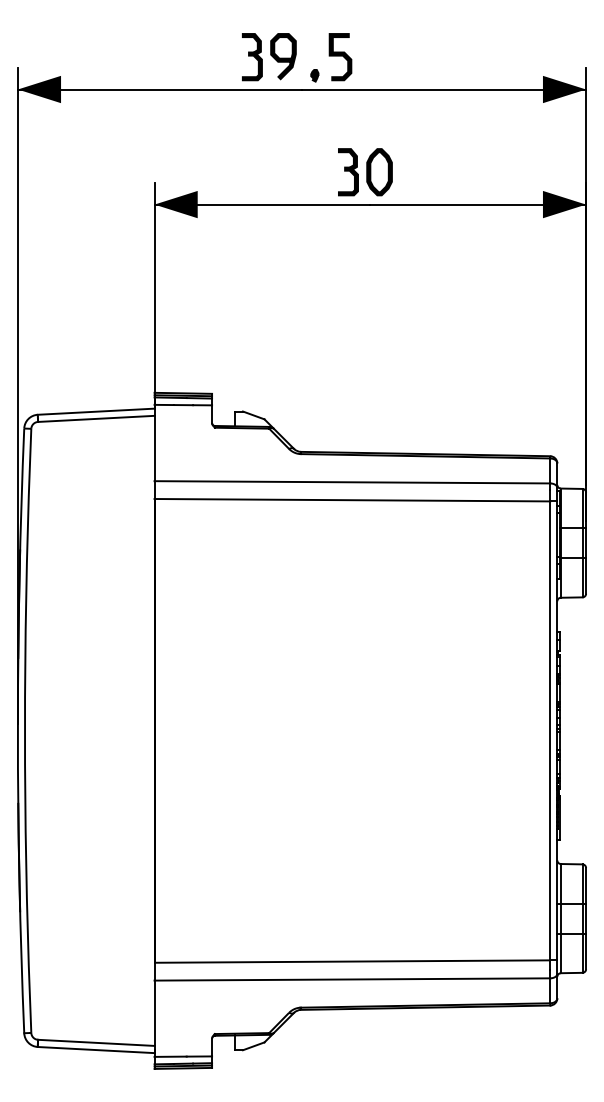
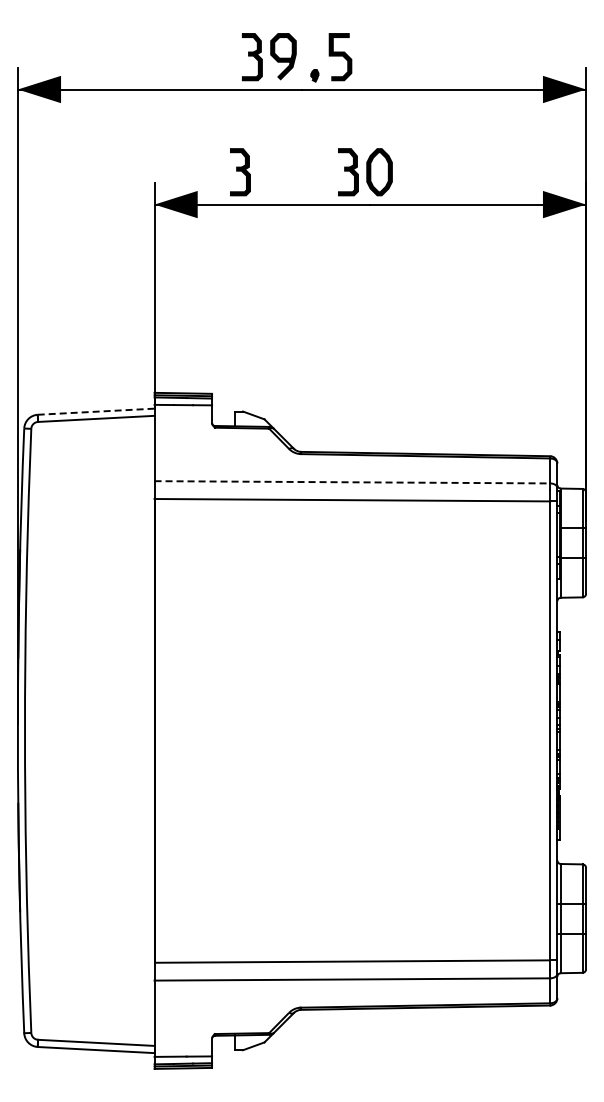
part at (240, 172): none -> present
line at (95, 411): solid -> dashed
line at (352, 482): solid -> dashed
